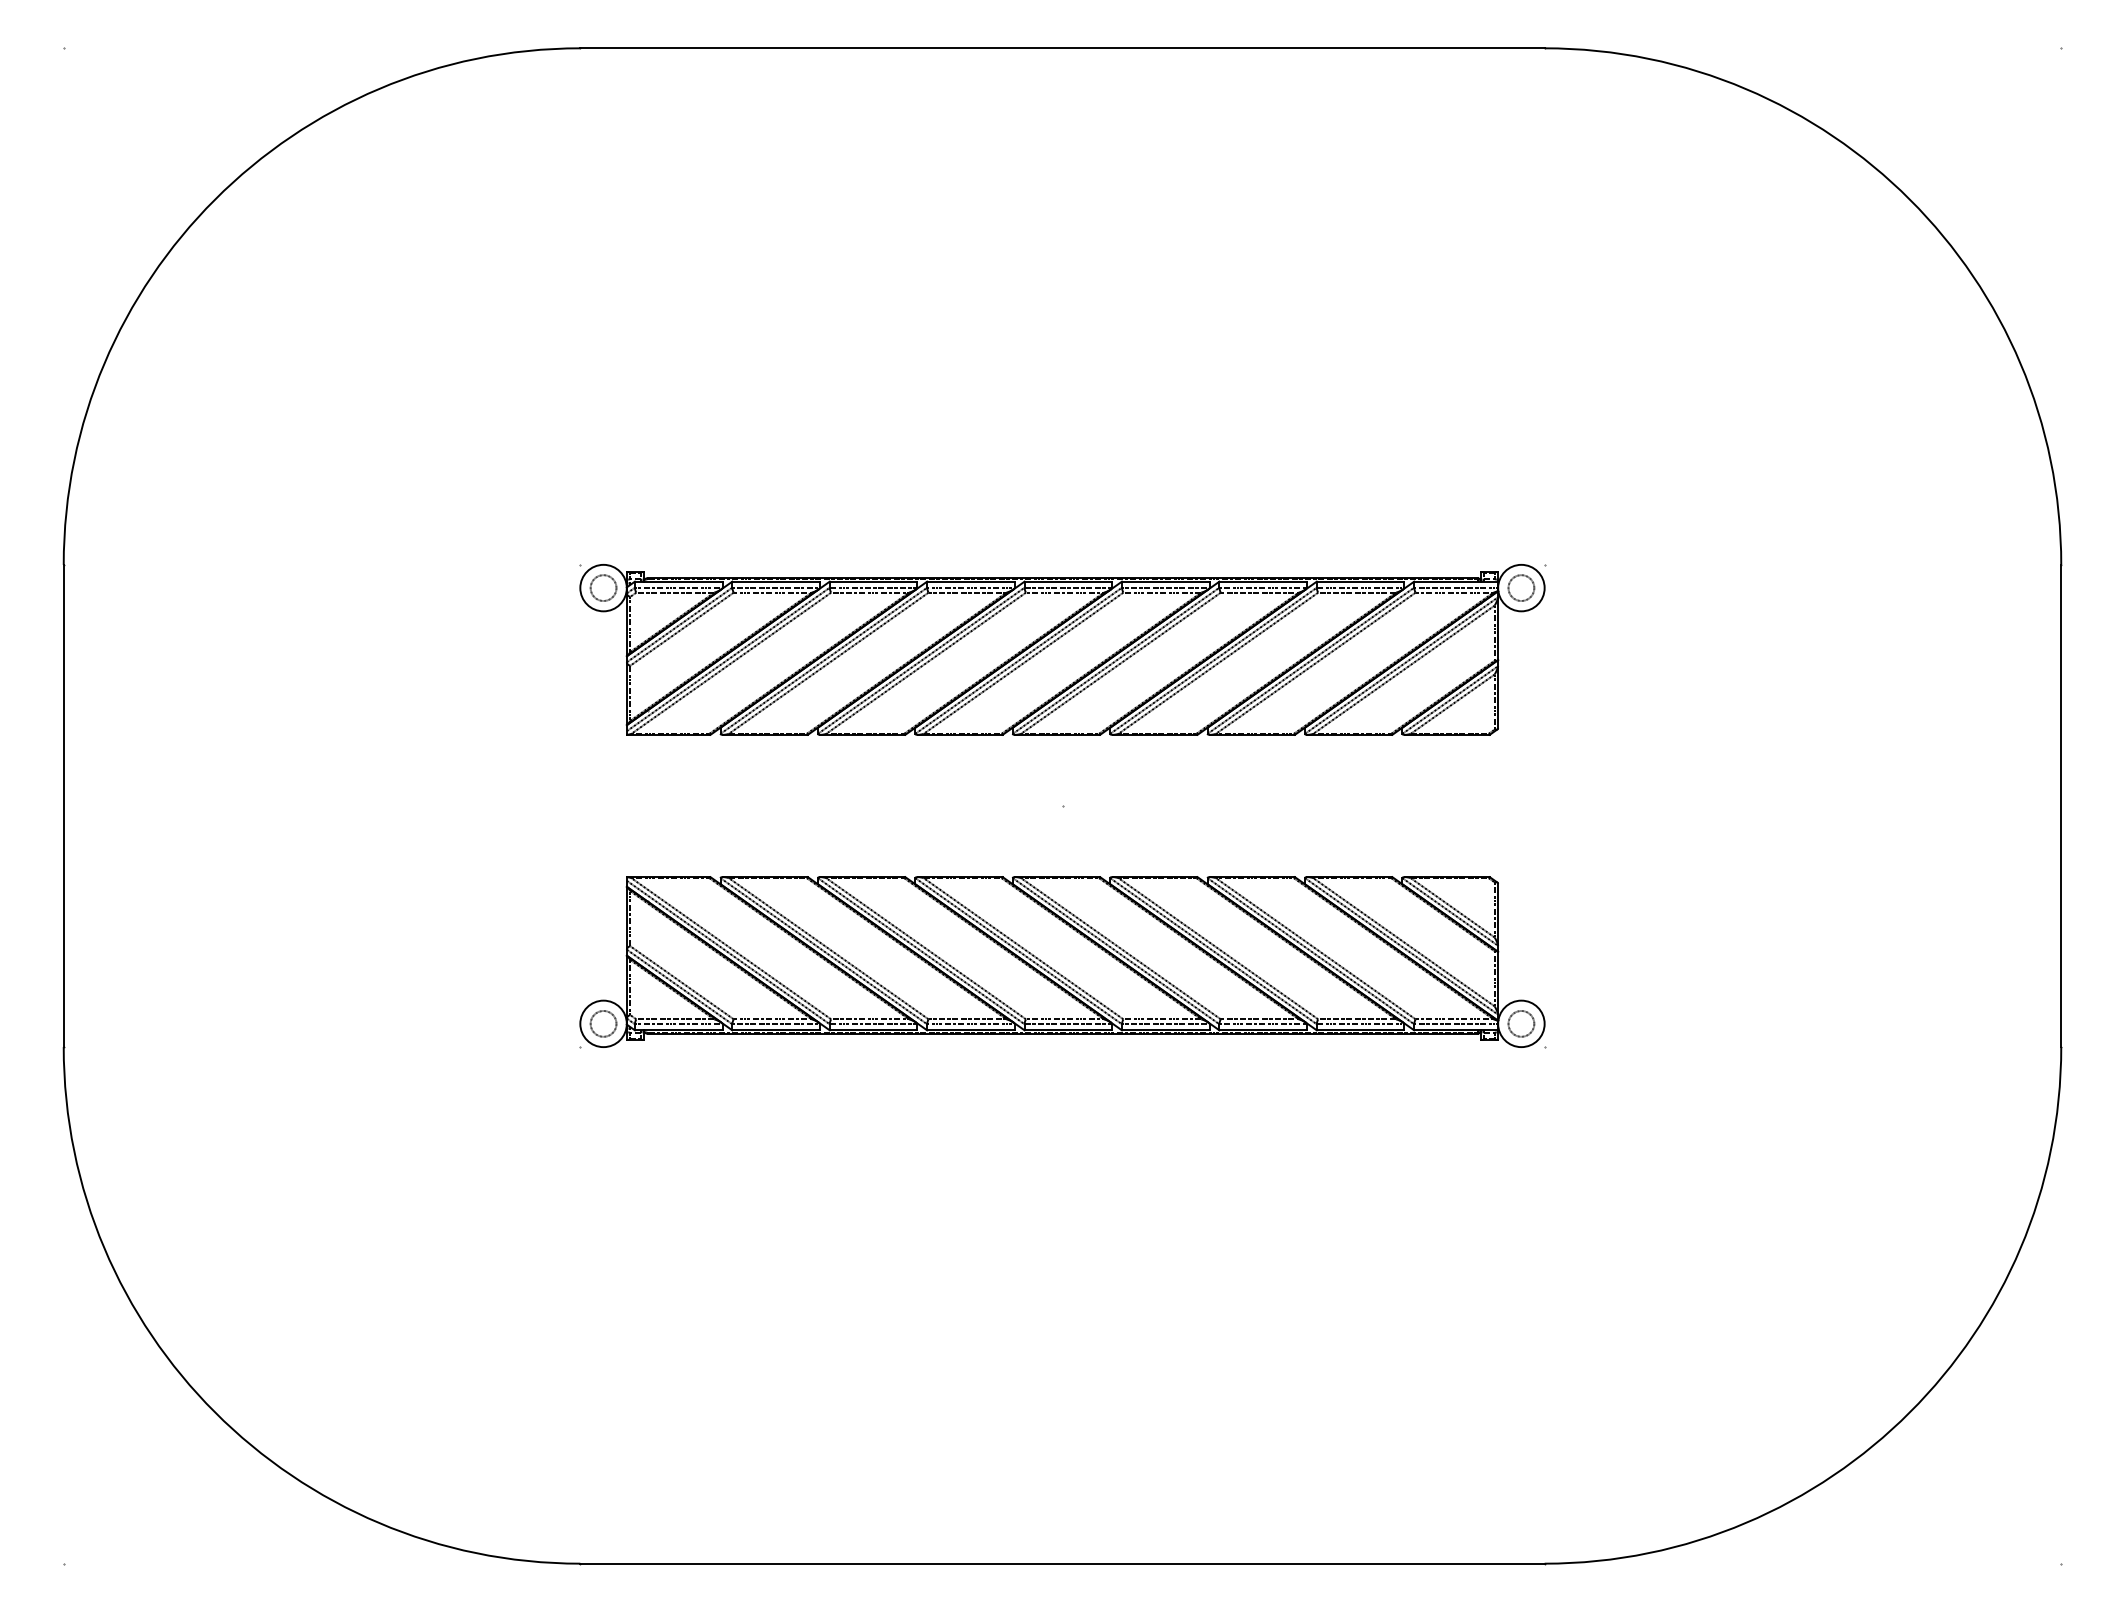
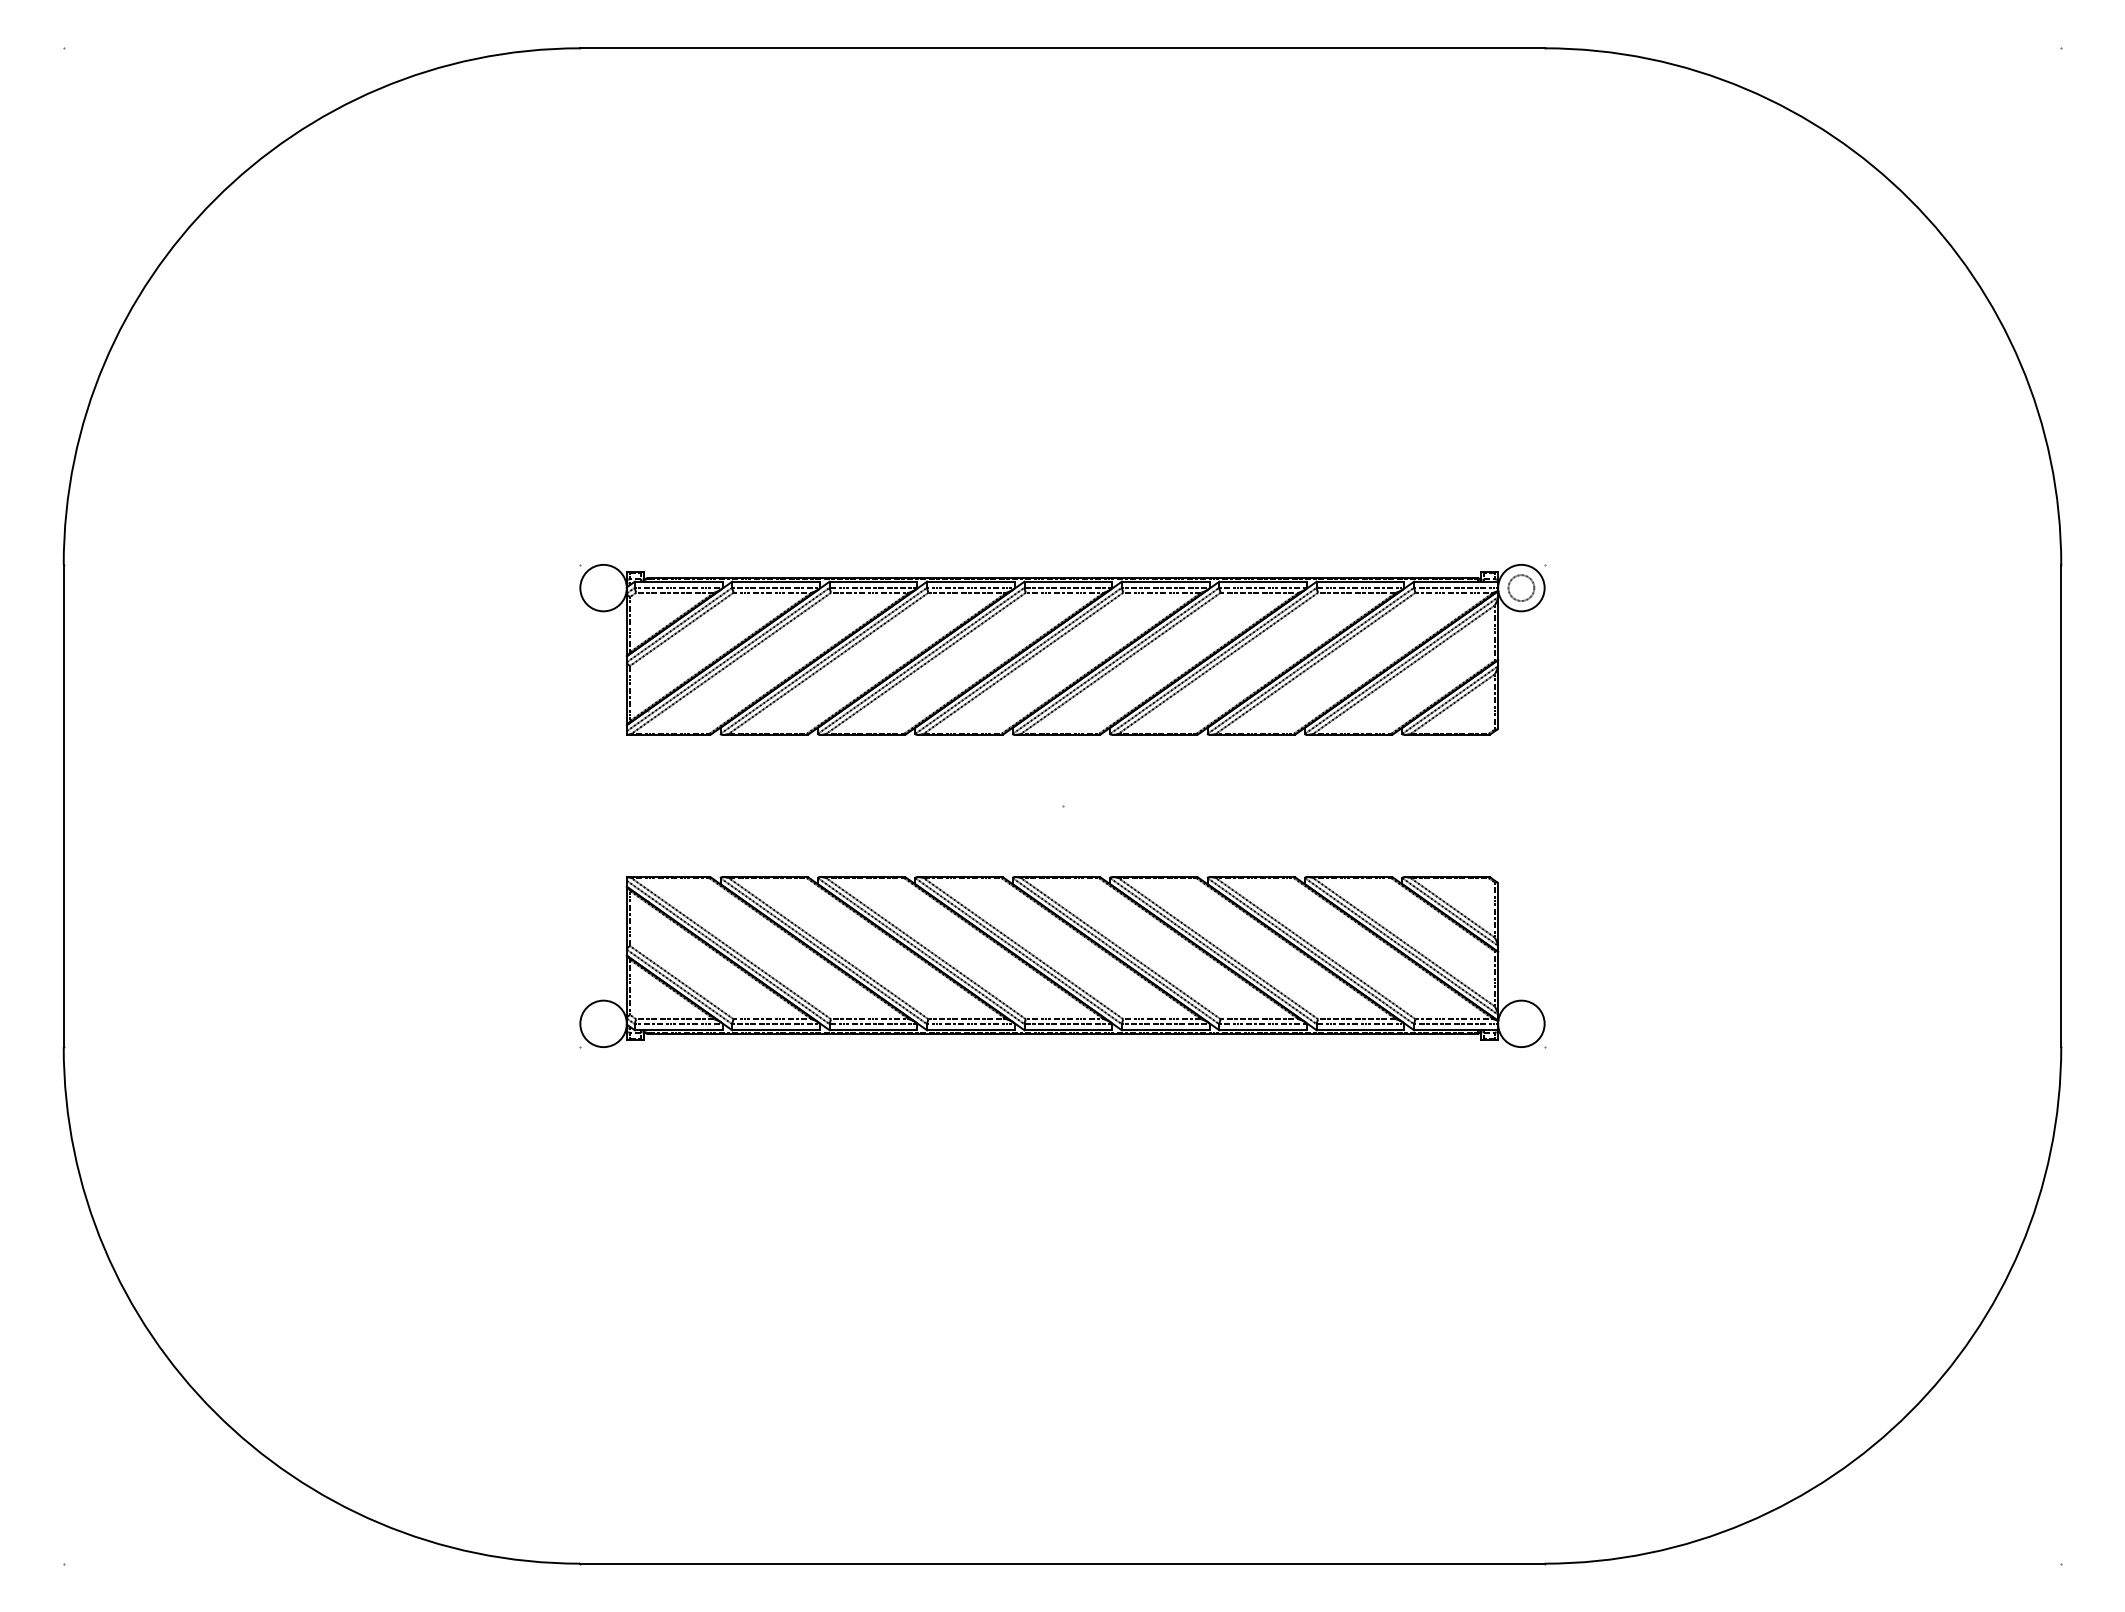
circle at (603, 587): present -> none
circle at (603, 1023): present -> none
circle at (1521, 1023): present -> none
